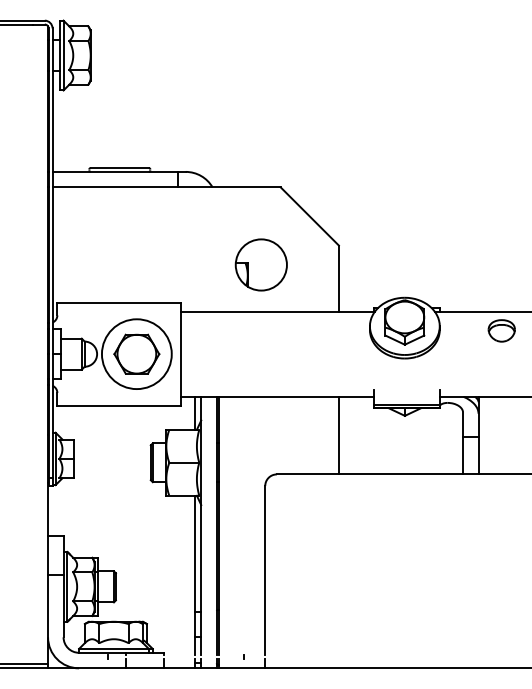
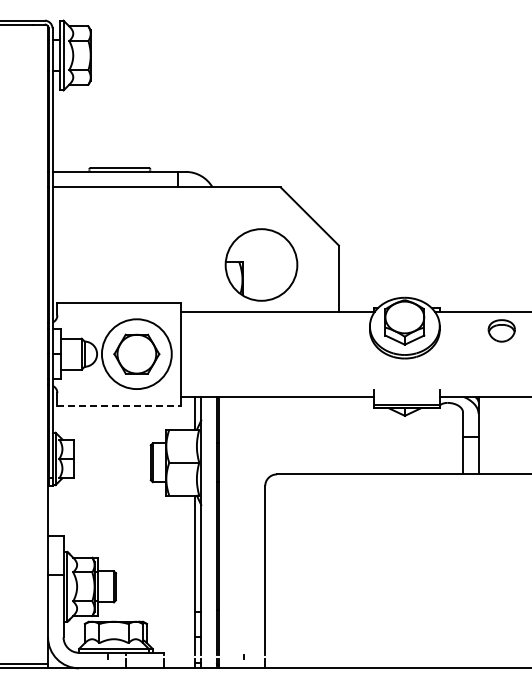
part at (260, 264) size: 54x54 px -> 75x74 px
line at (119, 405): solid -> dashed
line at (338, 435): present -> none
